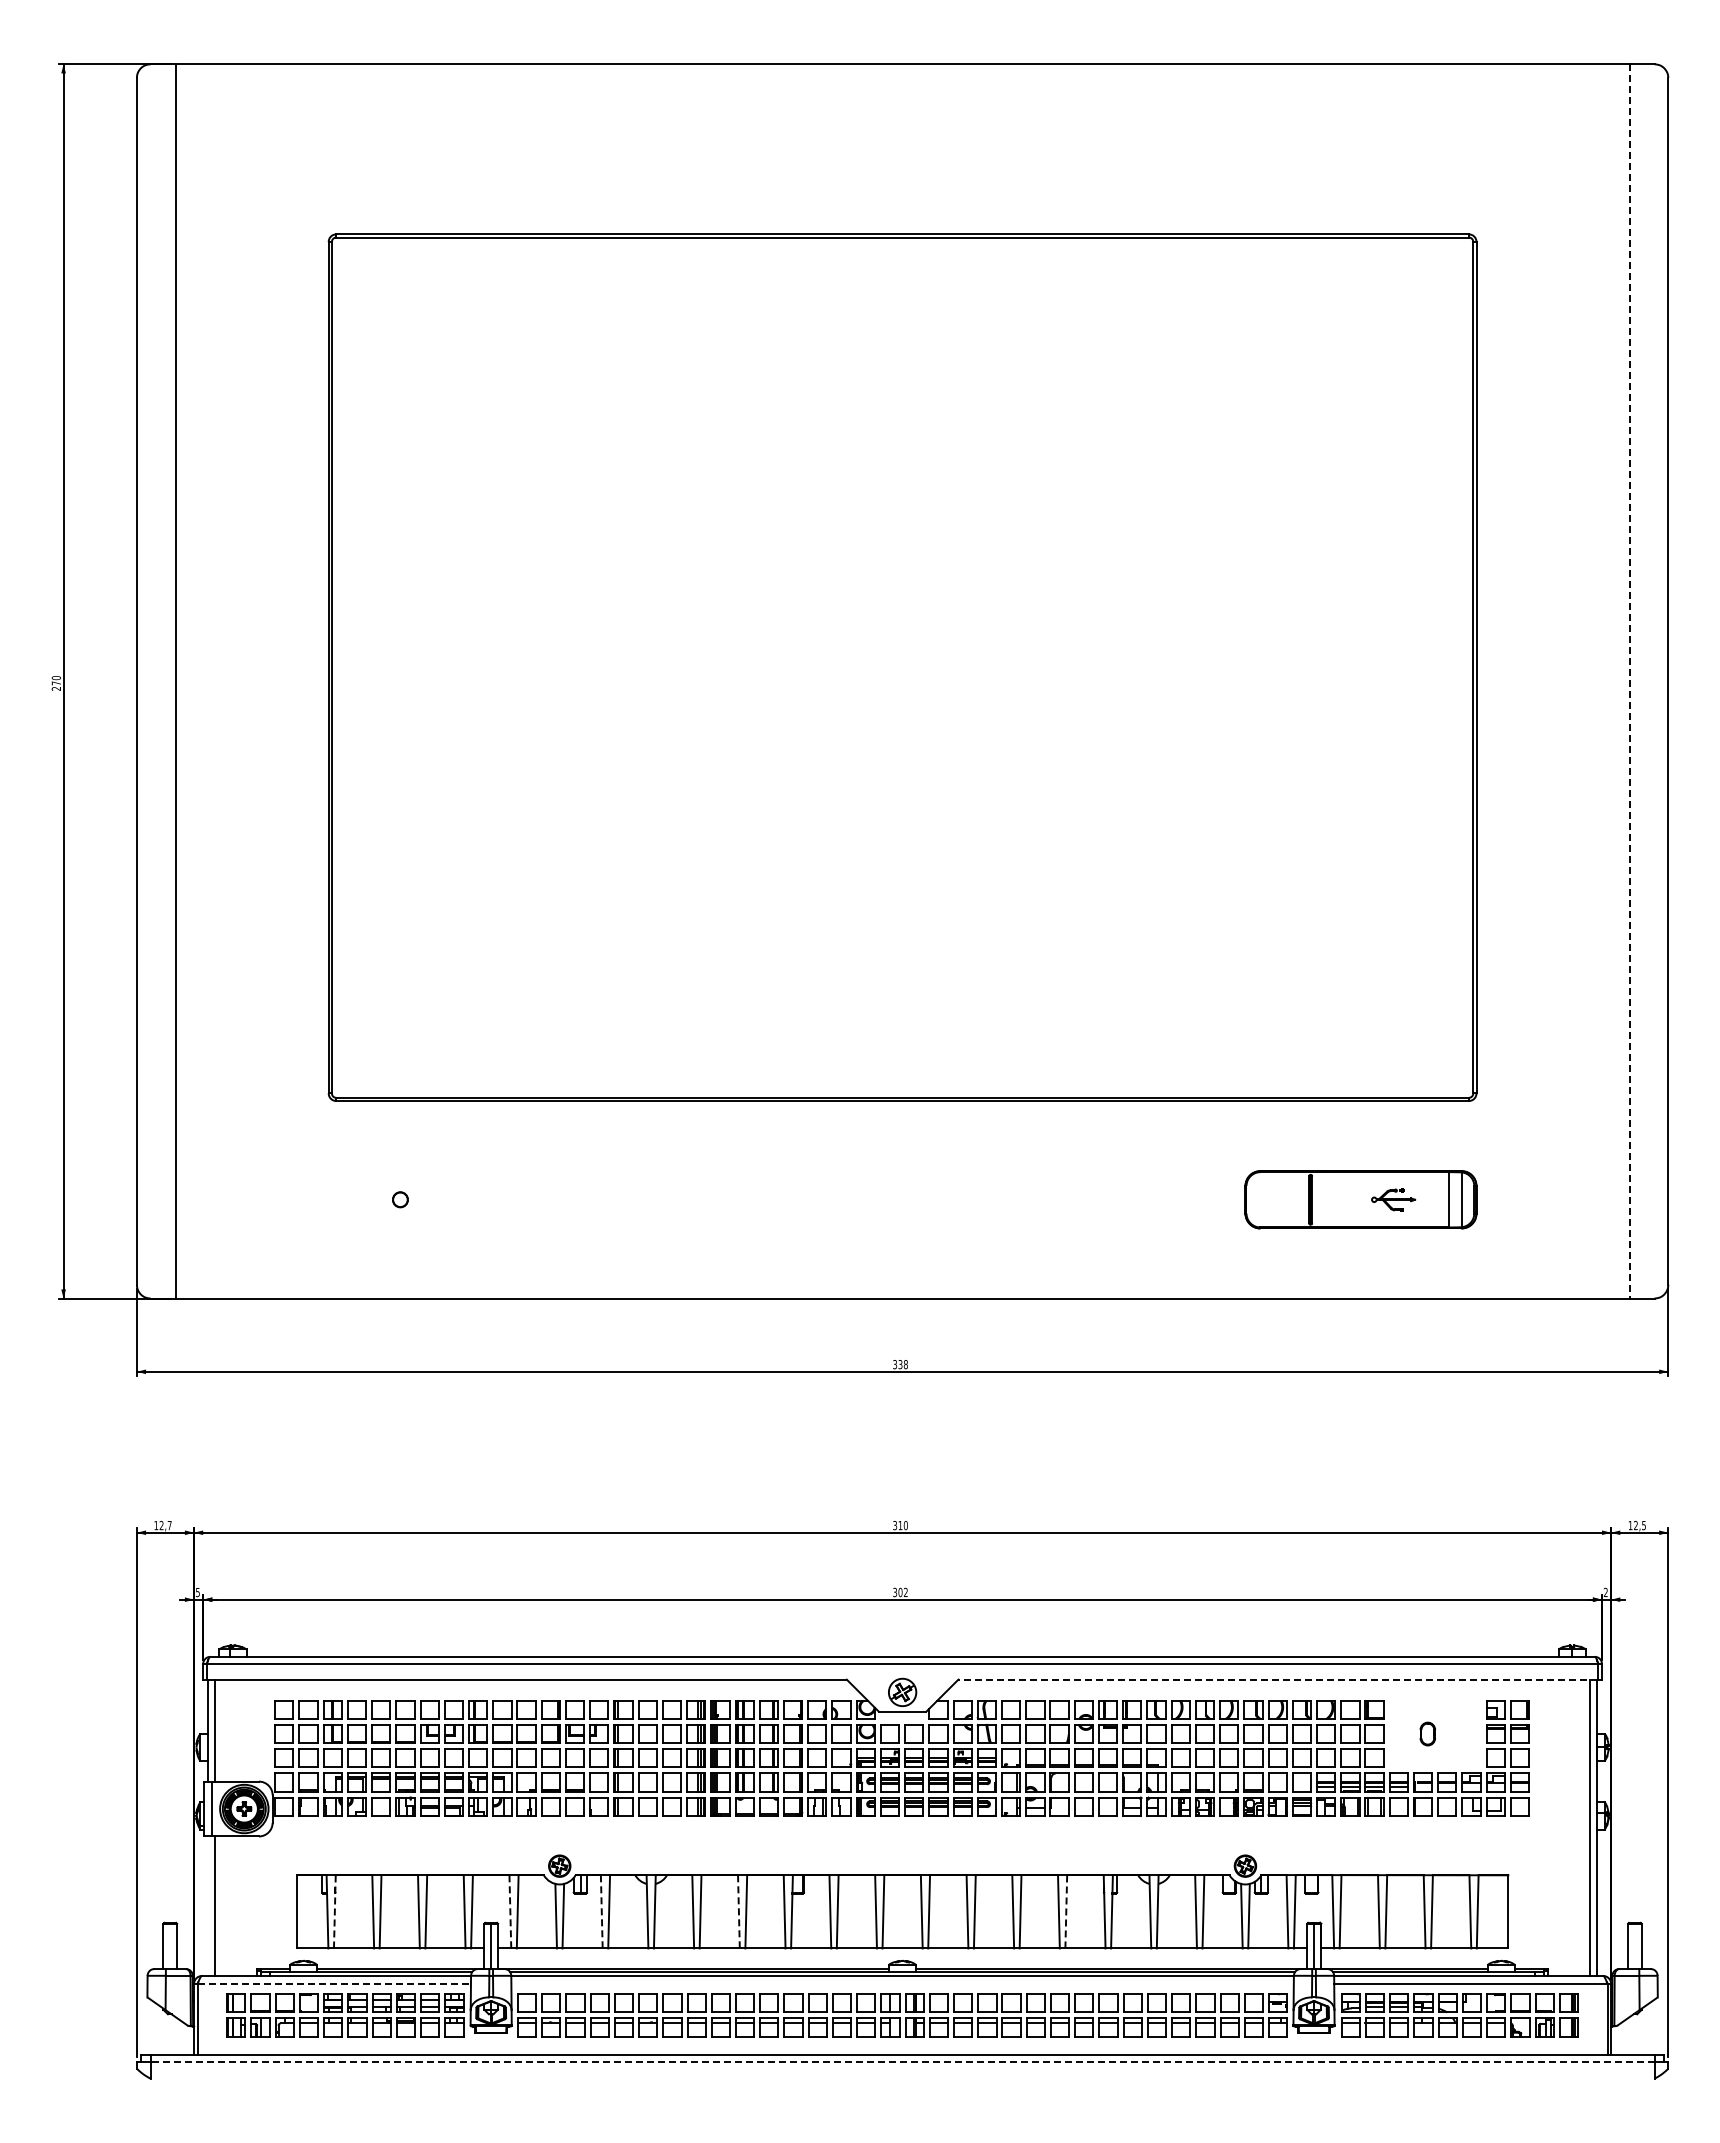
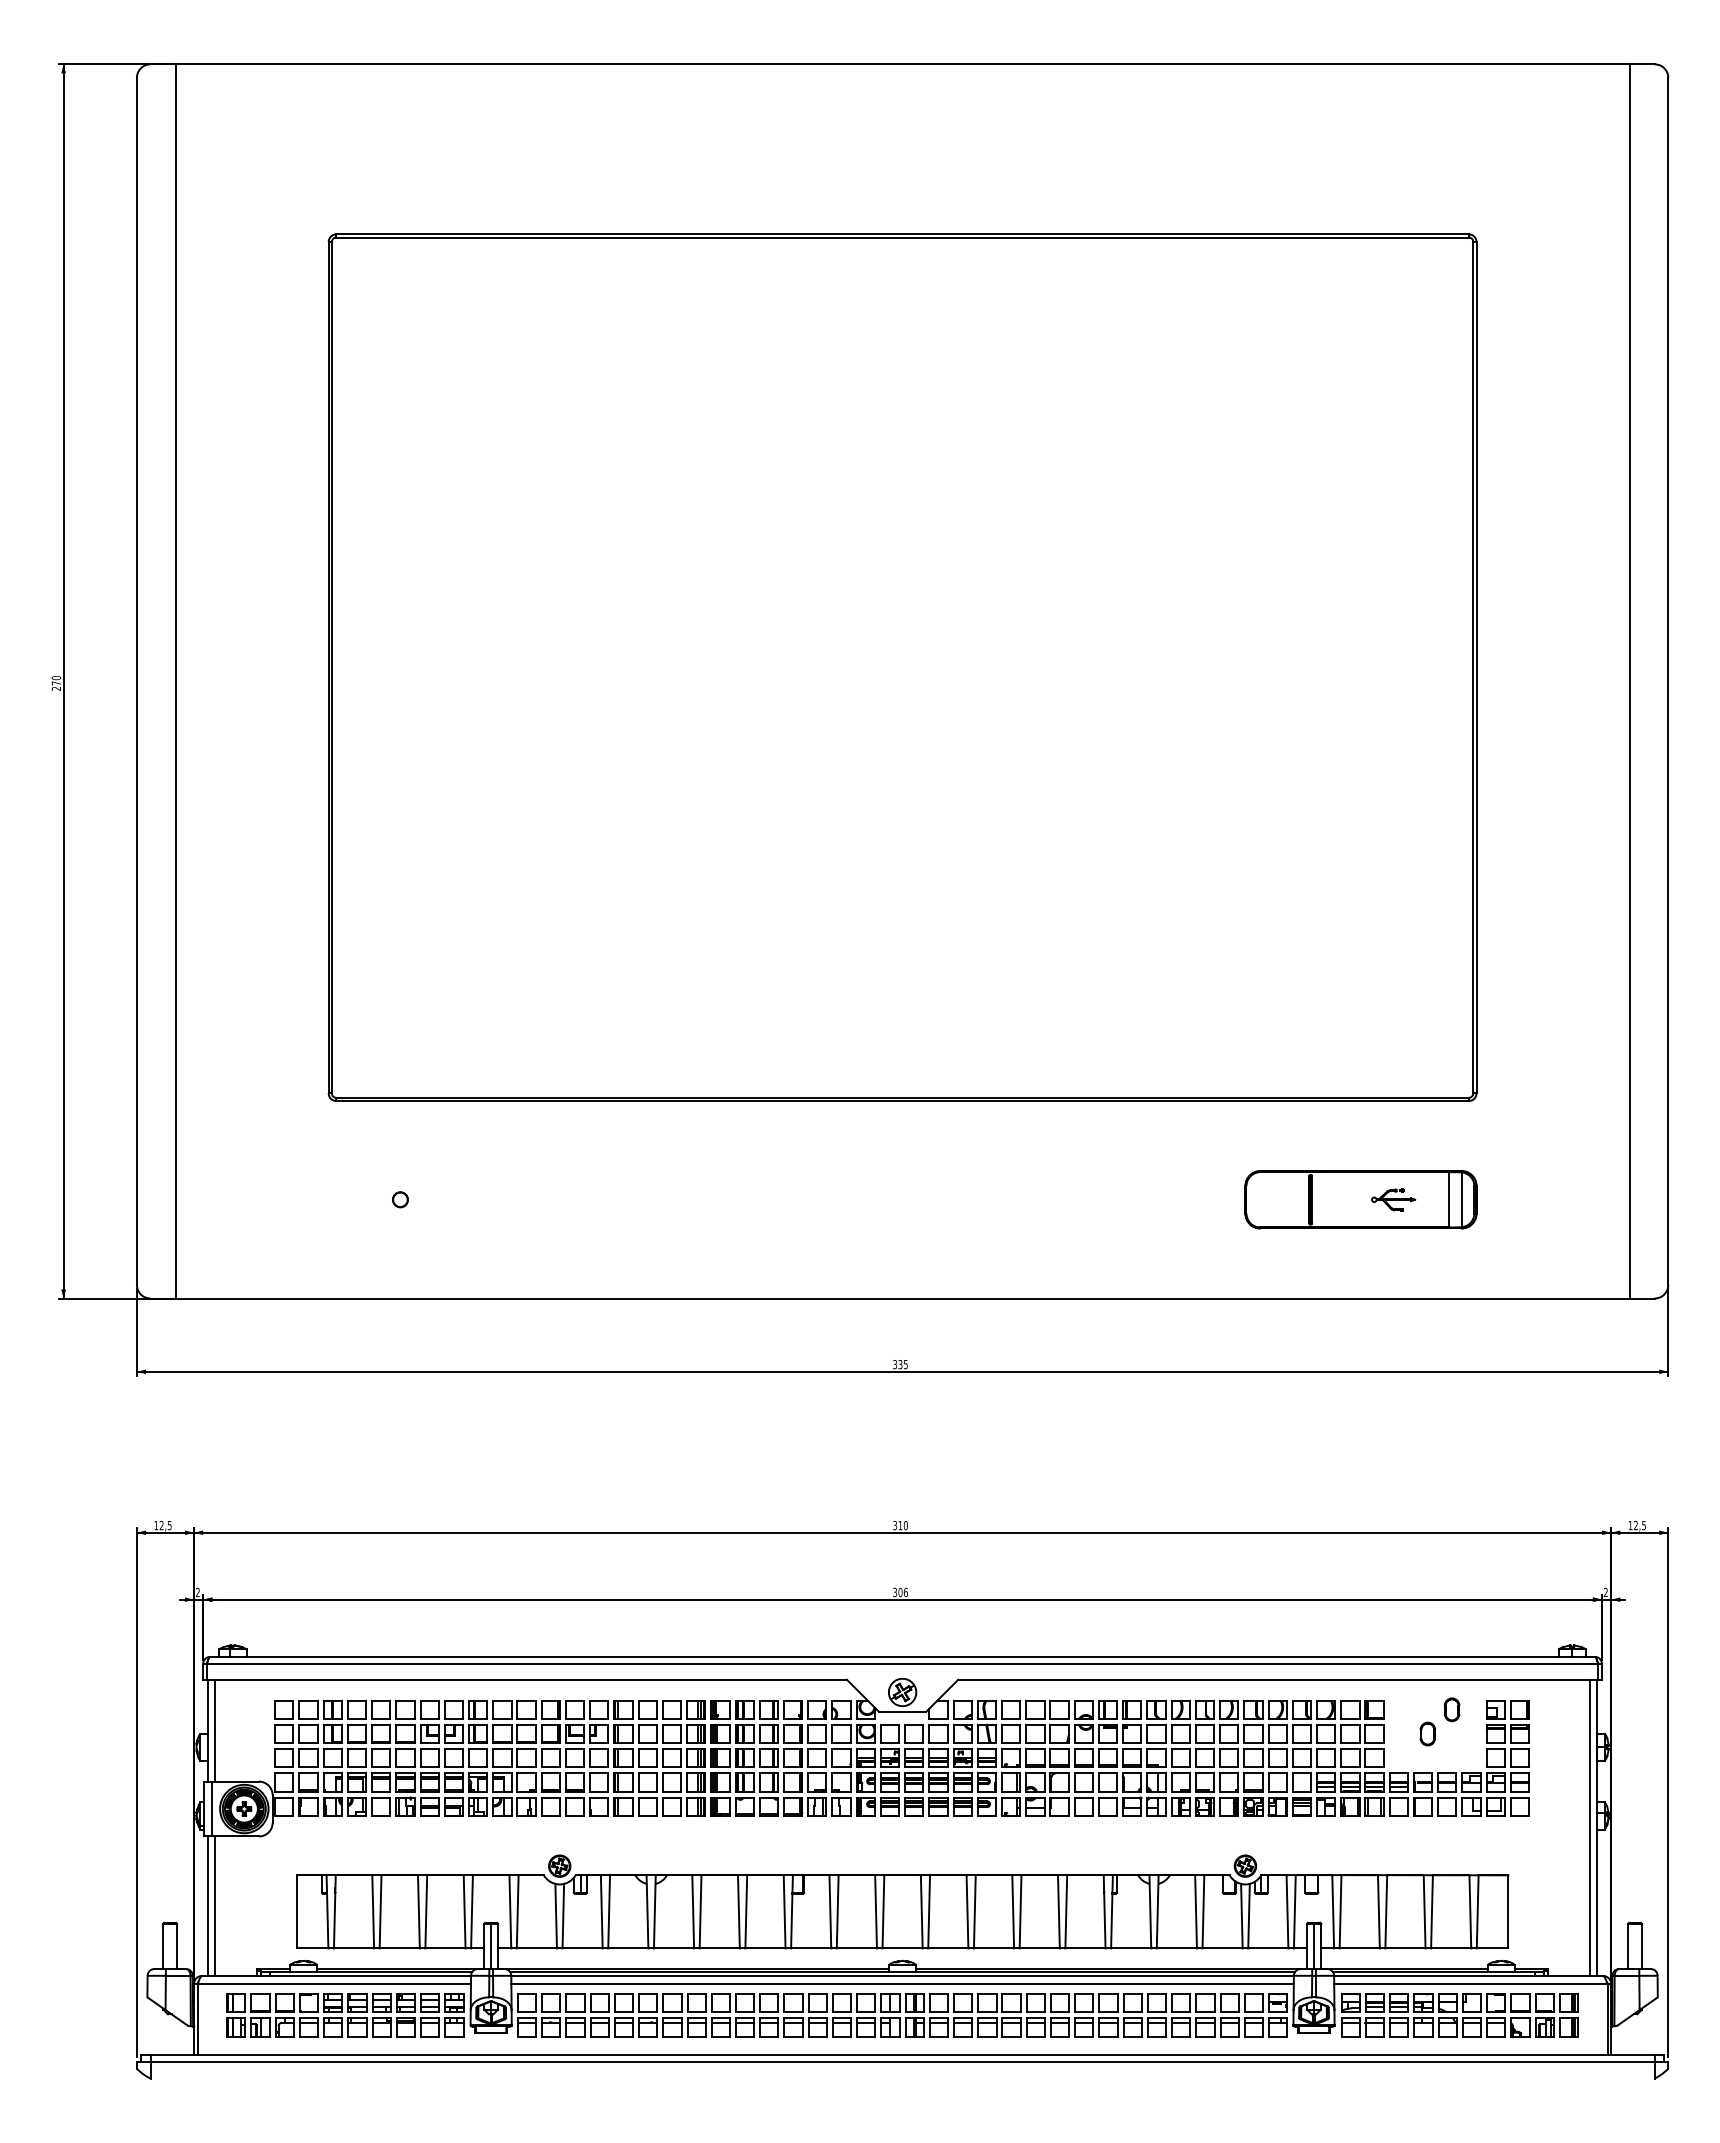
line at (1629, 681): dashed -> solid
text at (905, 1364): 338 -> 335
text at (169, 1525): 12,7 -> 12,5
text at (905, 1591): 302 -> 306
text at (197, 1592): 5 -> 2
line at (1278, 1679): dashed -> solid
part at (1451, 1709): none -> present
line at (207, 1905): none -> present
line at (334, 1911): dashed -> solid
line at (510, 1911): dashed -> solid
line at (601, 1911): dashed -> solid
line at (738, 1911): dashed -> solid
line at (1066, 1911): dashed -> solid
line at (334, 1984): dashed -> solid
line at (902, 1984): none -> present
line at (902, 2061): dashed -> solid
